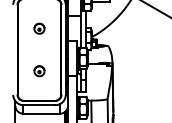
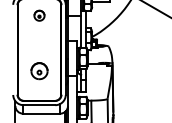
part at (39, 28) position: (39, 28) -> (39, 15)
part at (39, 71) size: 13x13 px -> 19x19 px
